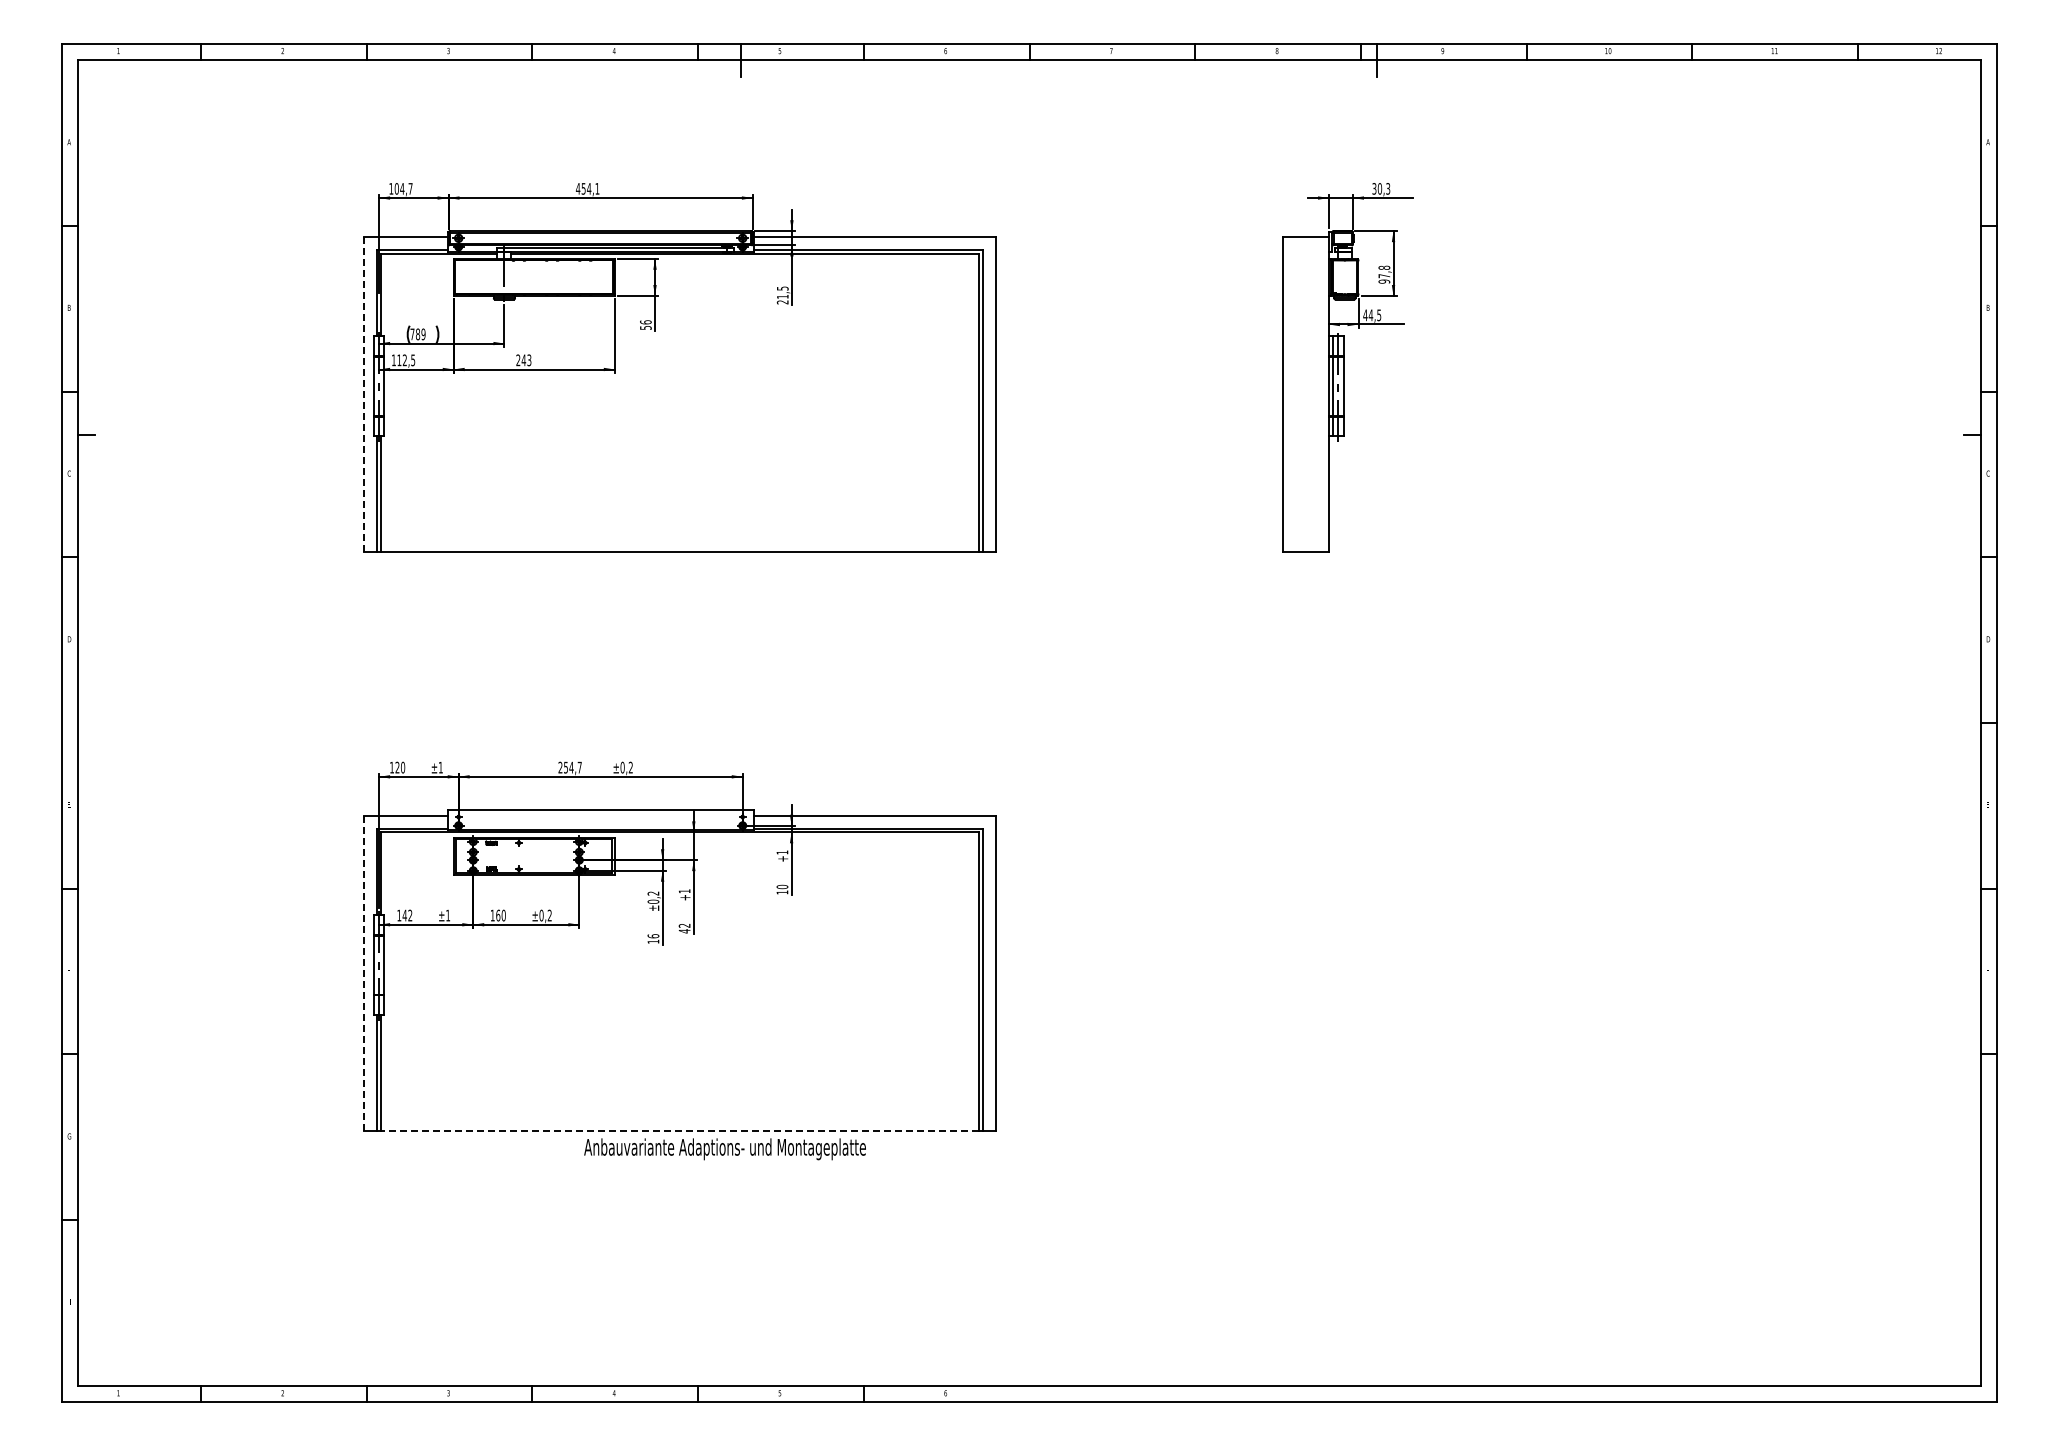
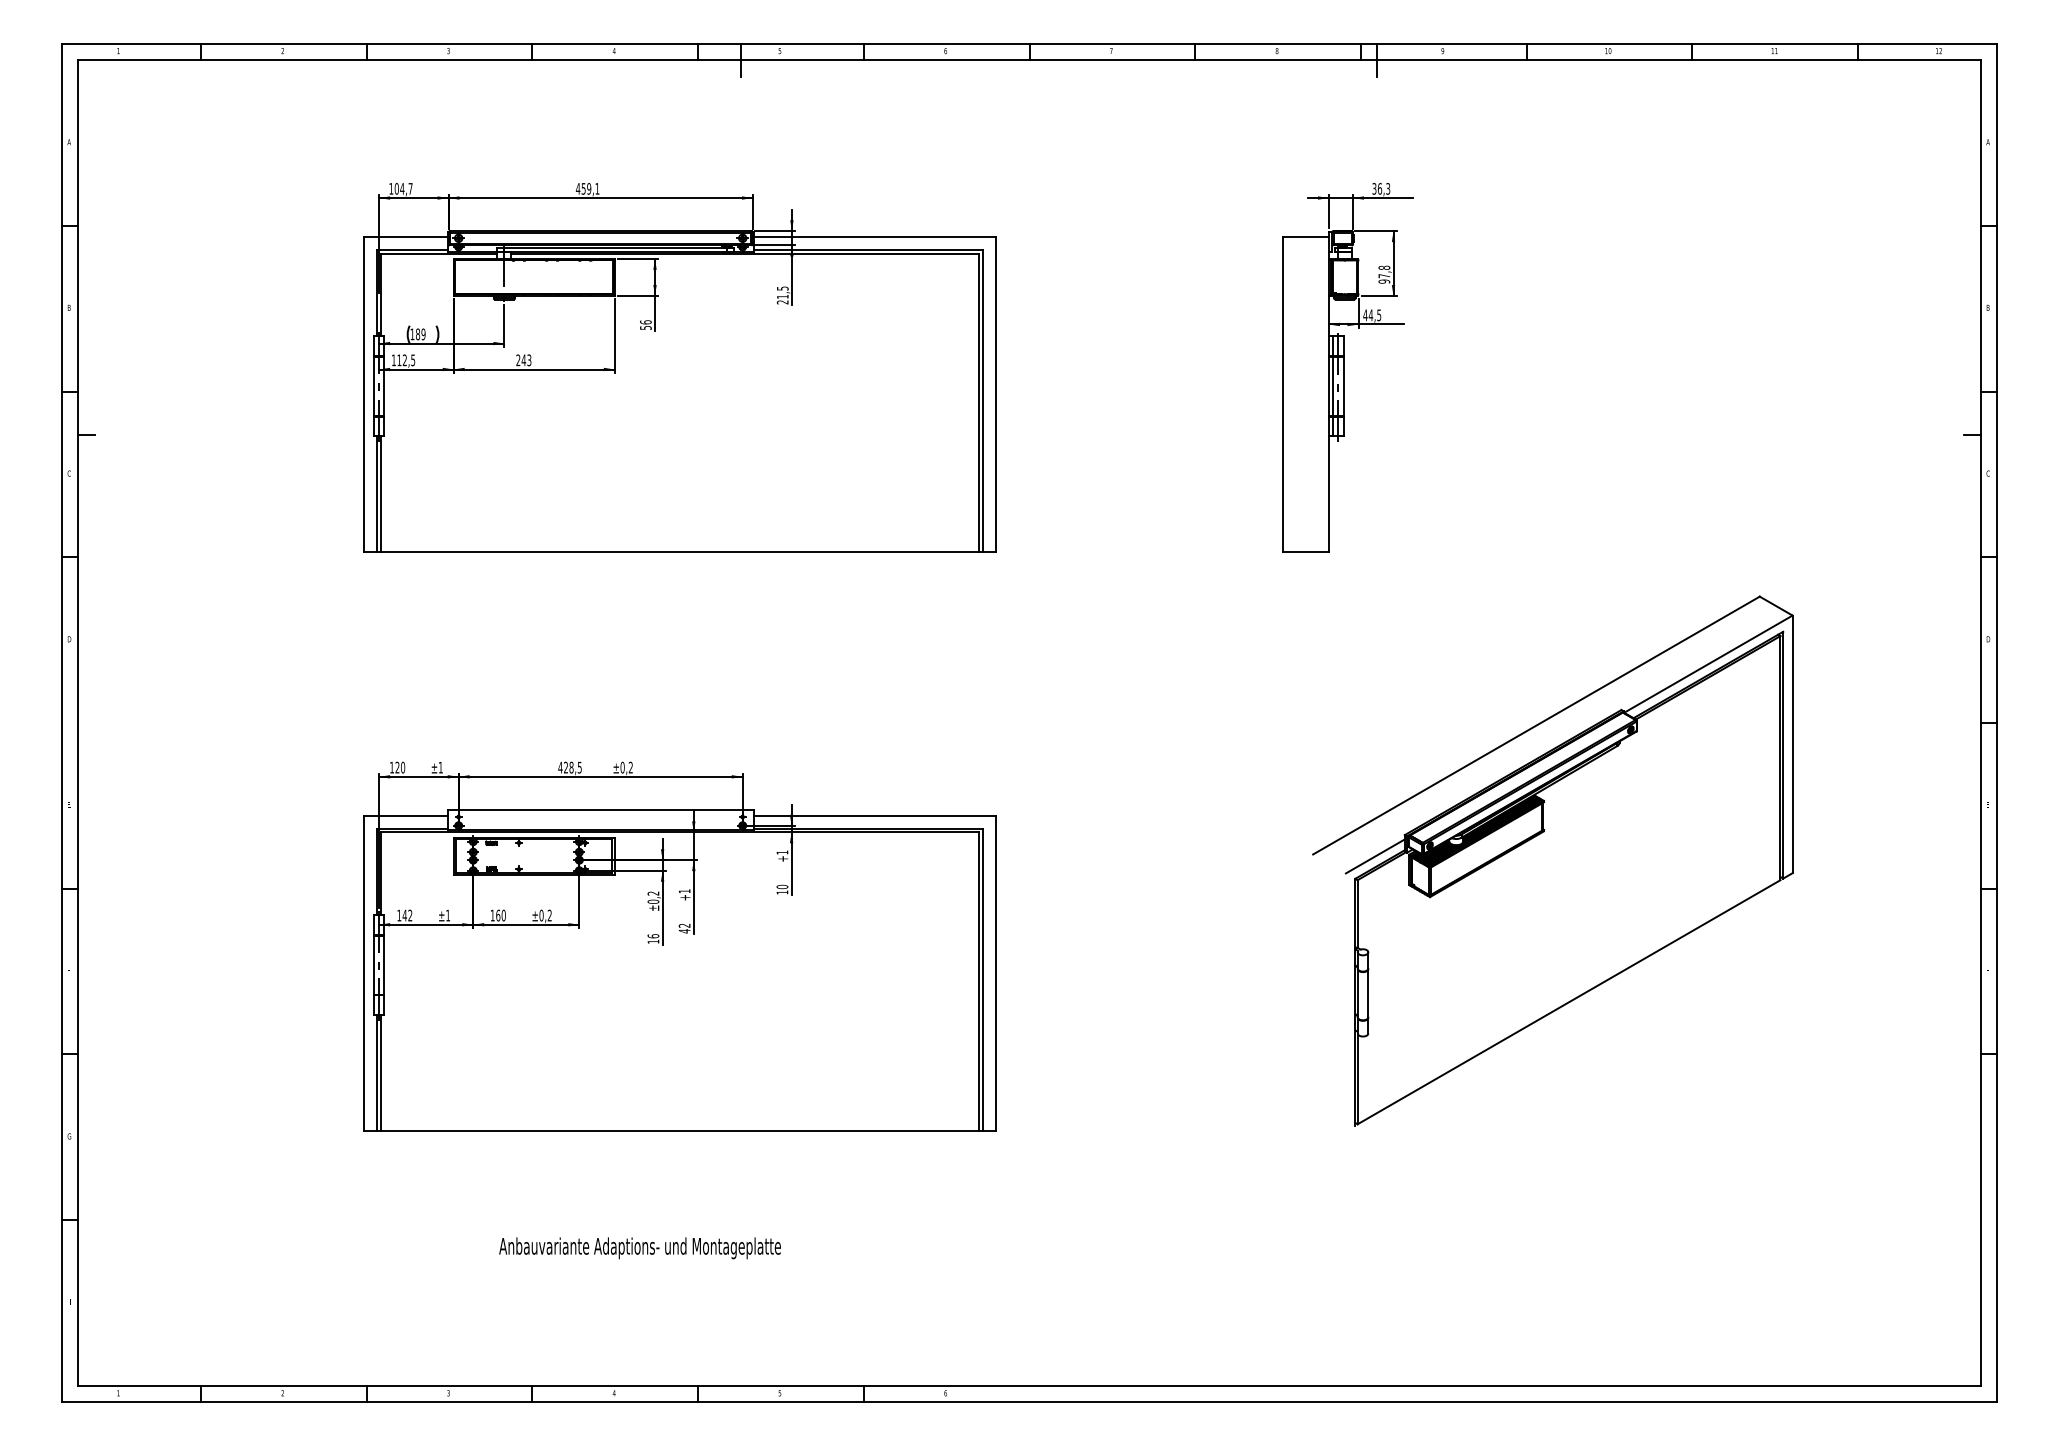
text at (589, 188): 454,1 -> 459,1
text at (1380, 188): 30,3 -> 36,3
text at (412, 334): 789 -> 189
line at (364, 394): dashed -> solid
text at (569, 767): 254,7 -> 428,5
part at (1552, 860): none -> present
line at (364, 973): dashed -> solid
line at (679, 1131): dashed -> solid
text at (724, 1149) position: (724, 1149) -> (639, 1248)
